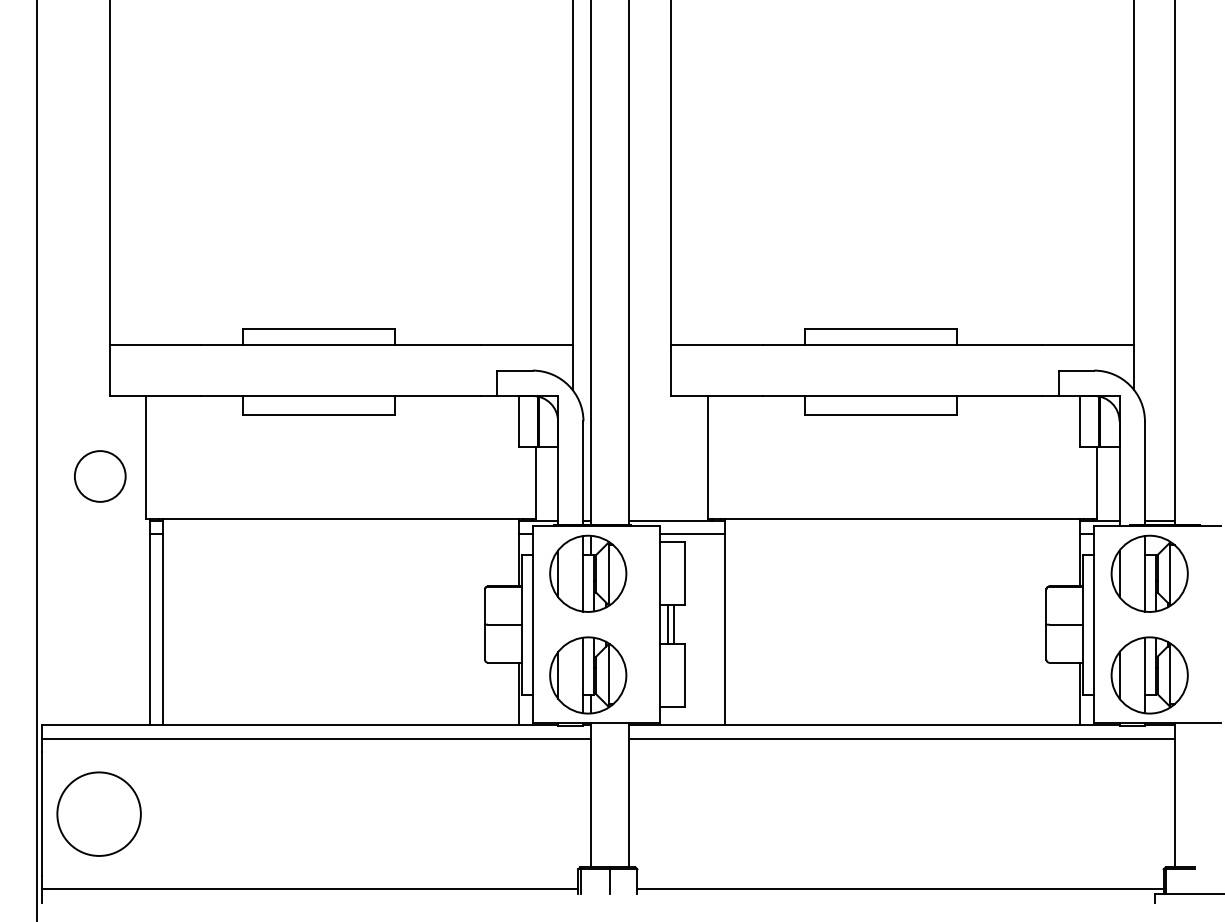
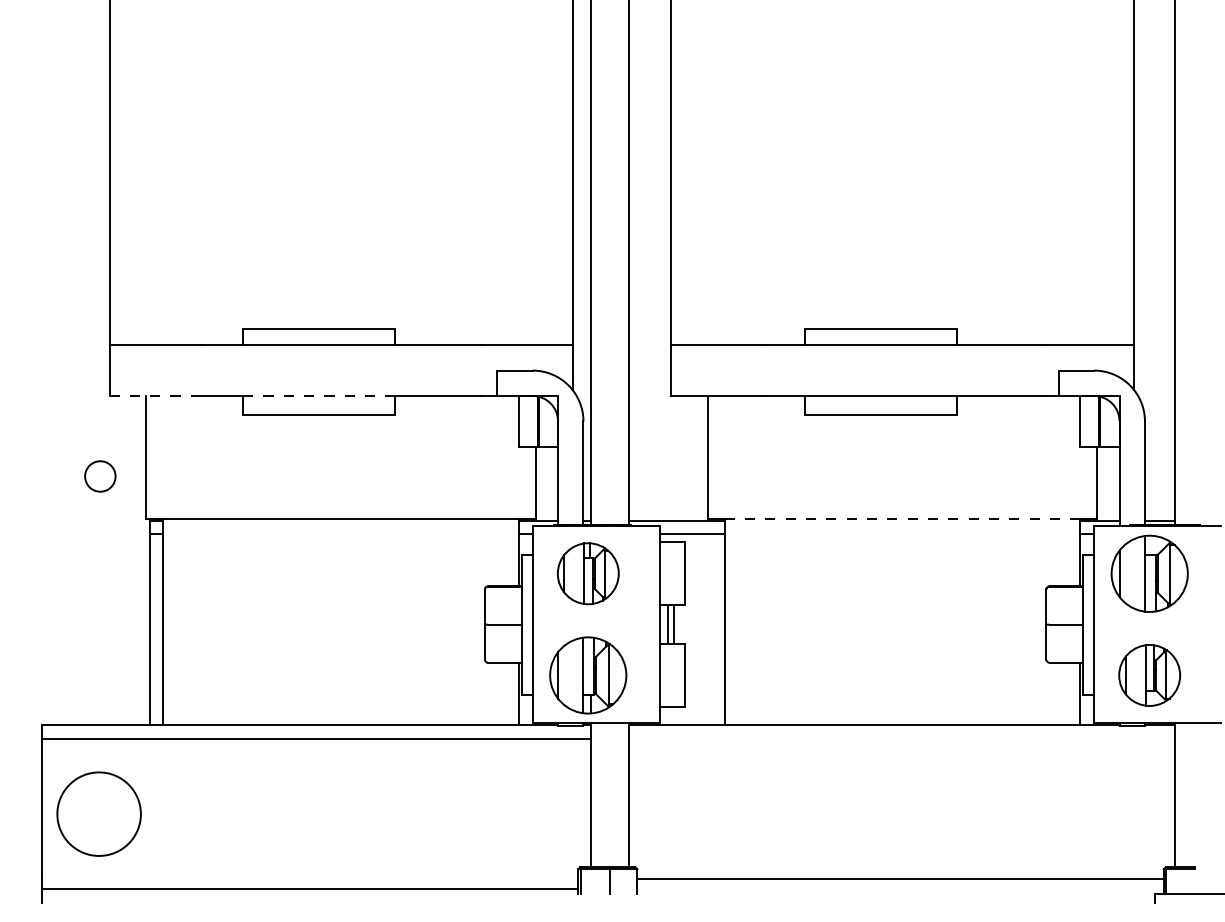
line at (155, 396): solid -> dashed
line at (318, 396): solid -> dashed
line at (36, 460): present -> none
circle at (100, 476) size: 53x53 px -> 33x33 px
line at (902, 518): solid -> dashed
part at (588, 573) size: 79x79 px -> 64x64 px
part at (1149, 675) size: 79x79 px -> 64x63 px
line at (901, 738): present -> none
line at (900, 889) position: (900, 889) -> (900, 879)
